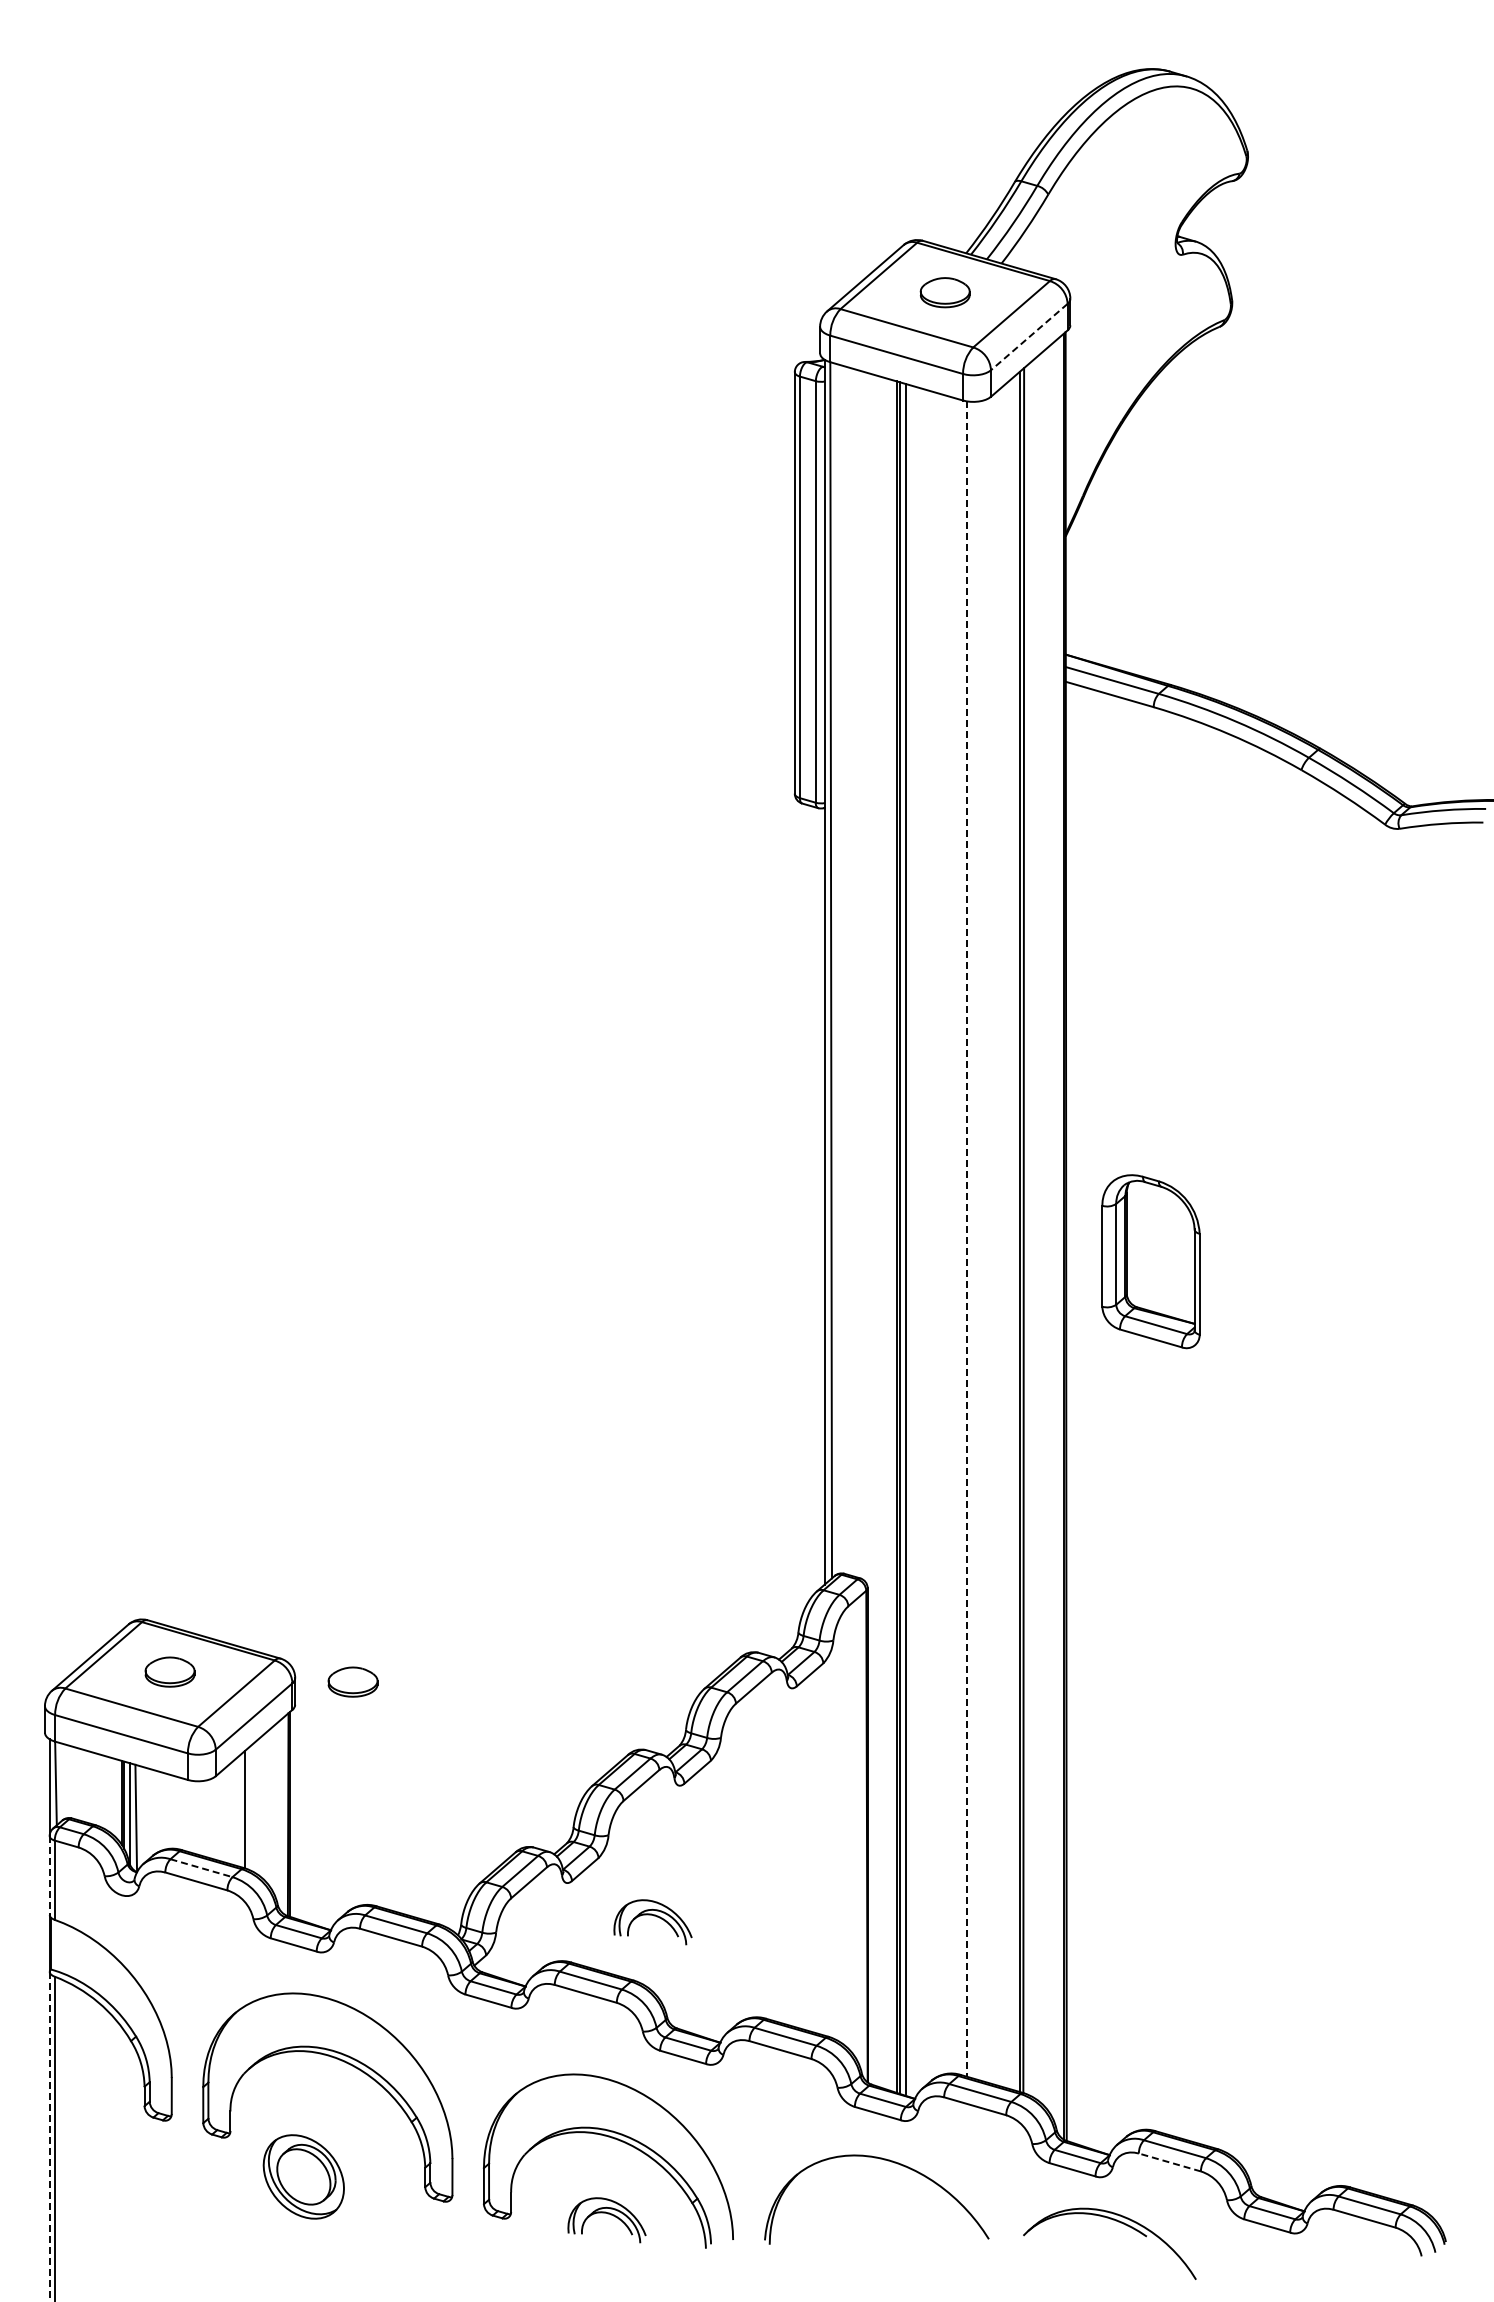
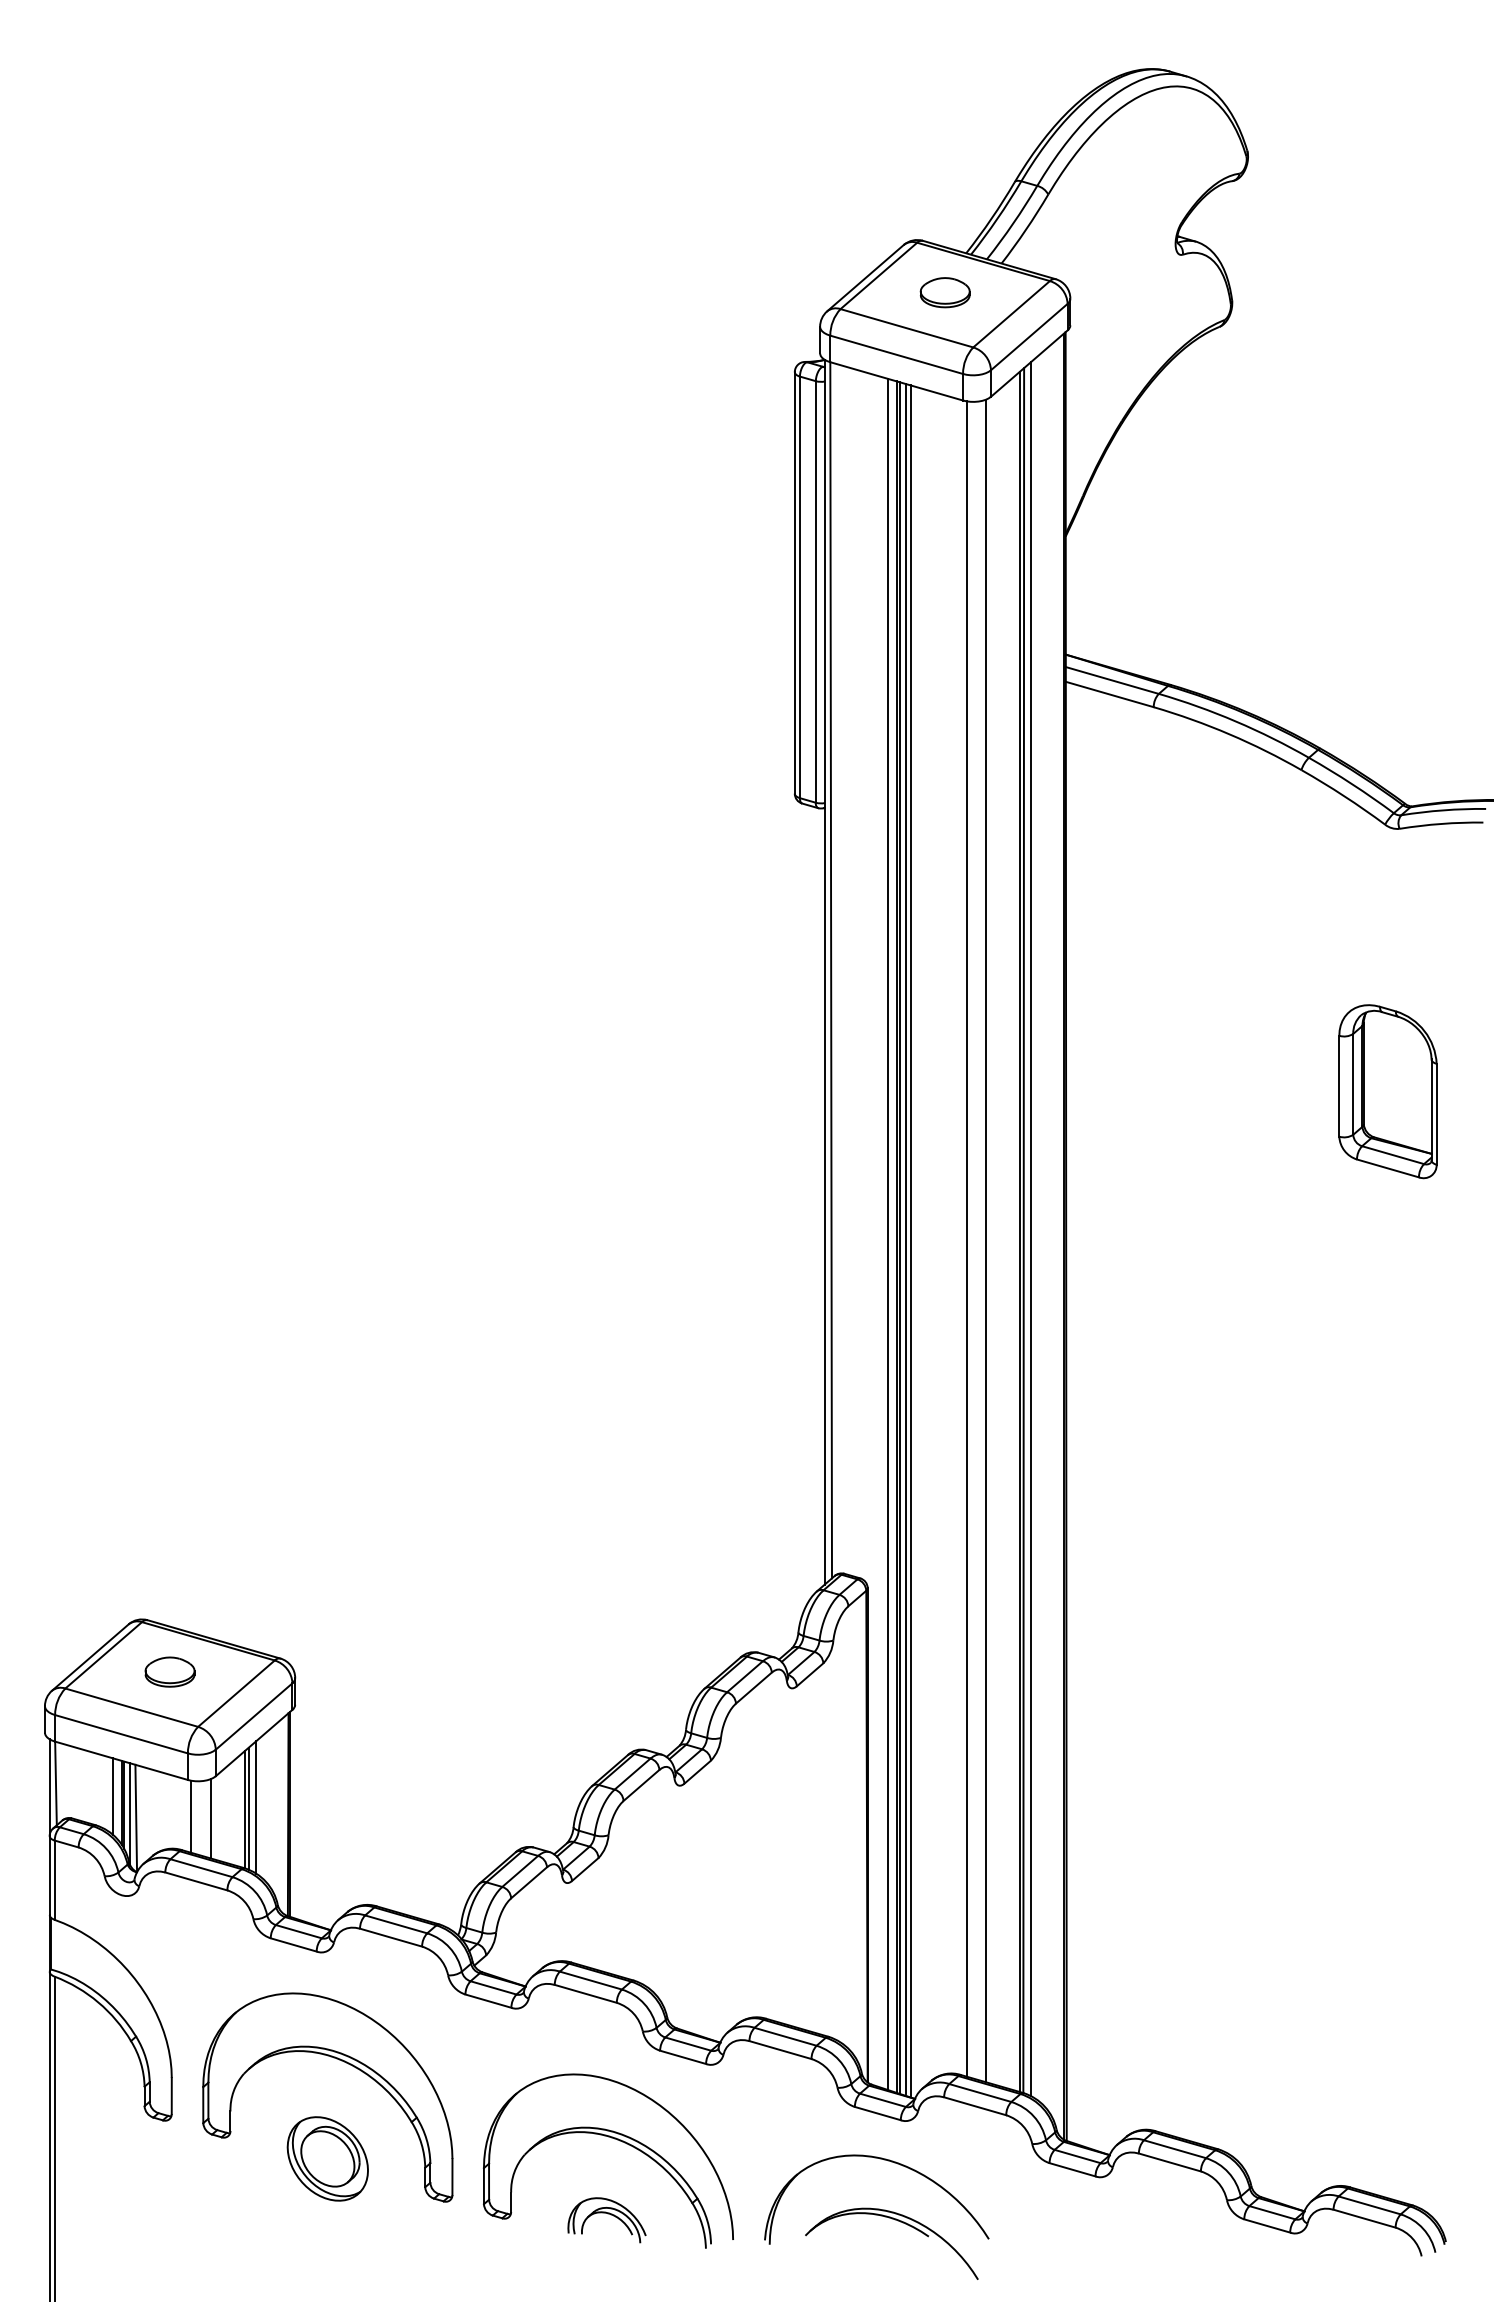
line at (1029, 337): dashed -> solid
line at (1031, 1228): none -> present
line at (887, 1233): none -> present
line at (966, 1238): dashed -> solid
line at (910, 1240): none -> present
line at (986, 1240): none -> present
part at (1150, 1261) position: (1150, 1261) -> (1387, 1091)
part at (352, 1681): present -> none
line at (112, 1796): none -> present
line at (256, 1807): none -> present
line at (248, 1808): none -> present
line at (191, 1816): none -> present
line at (210, 1818): none -> present
line at (201, 1868): dashed -> solid
line at (49, 1875): dashed -> solid
part at (653, 1916): present -> none
line at (49, 2136): dashed -> solid
line at (1169, 2162): dashed -> solid
part at (303, 2176) position: (303, 2176) -> (327, 2158)
part at (1120, 2223) position: (1120, 2223) -> (902, 2223)
